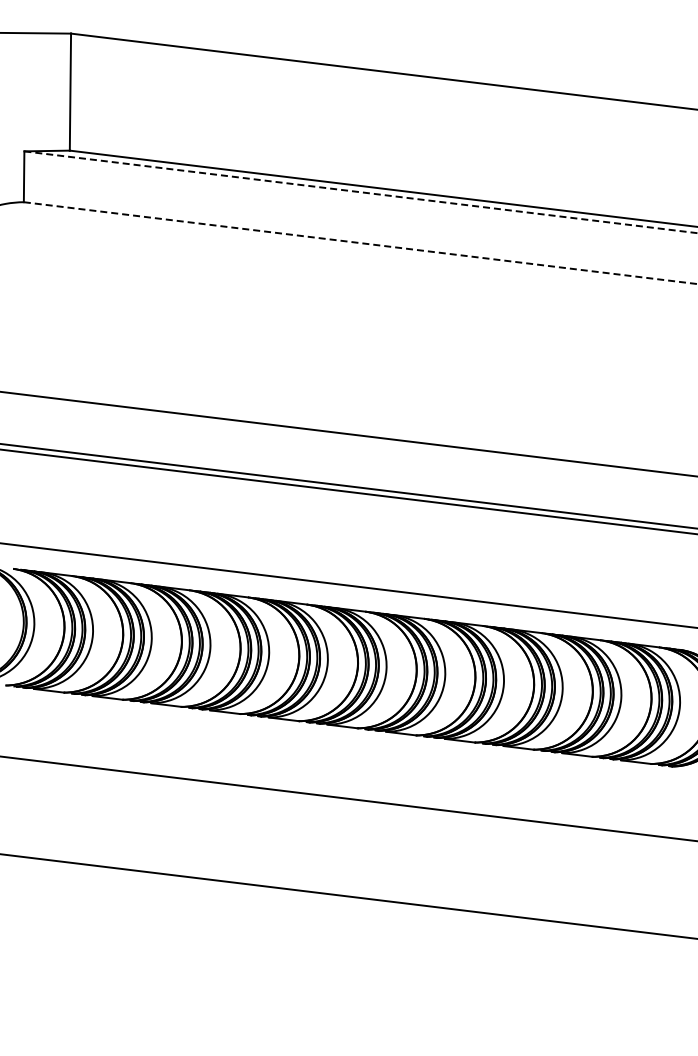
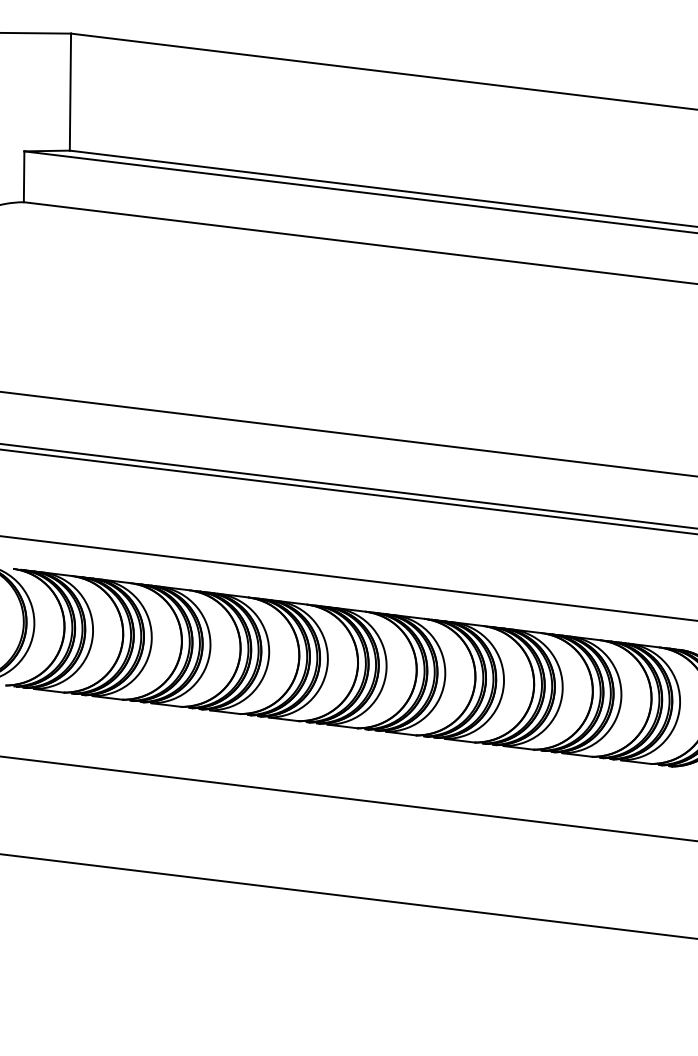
line at (360, 192): dashed -> solid
line at (361, 243): dashed -> solid
line at (348, 585) position: (348, 585) -> (348, 578)
